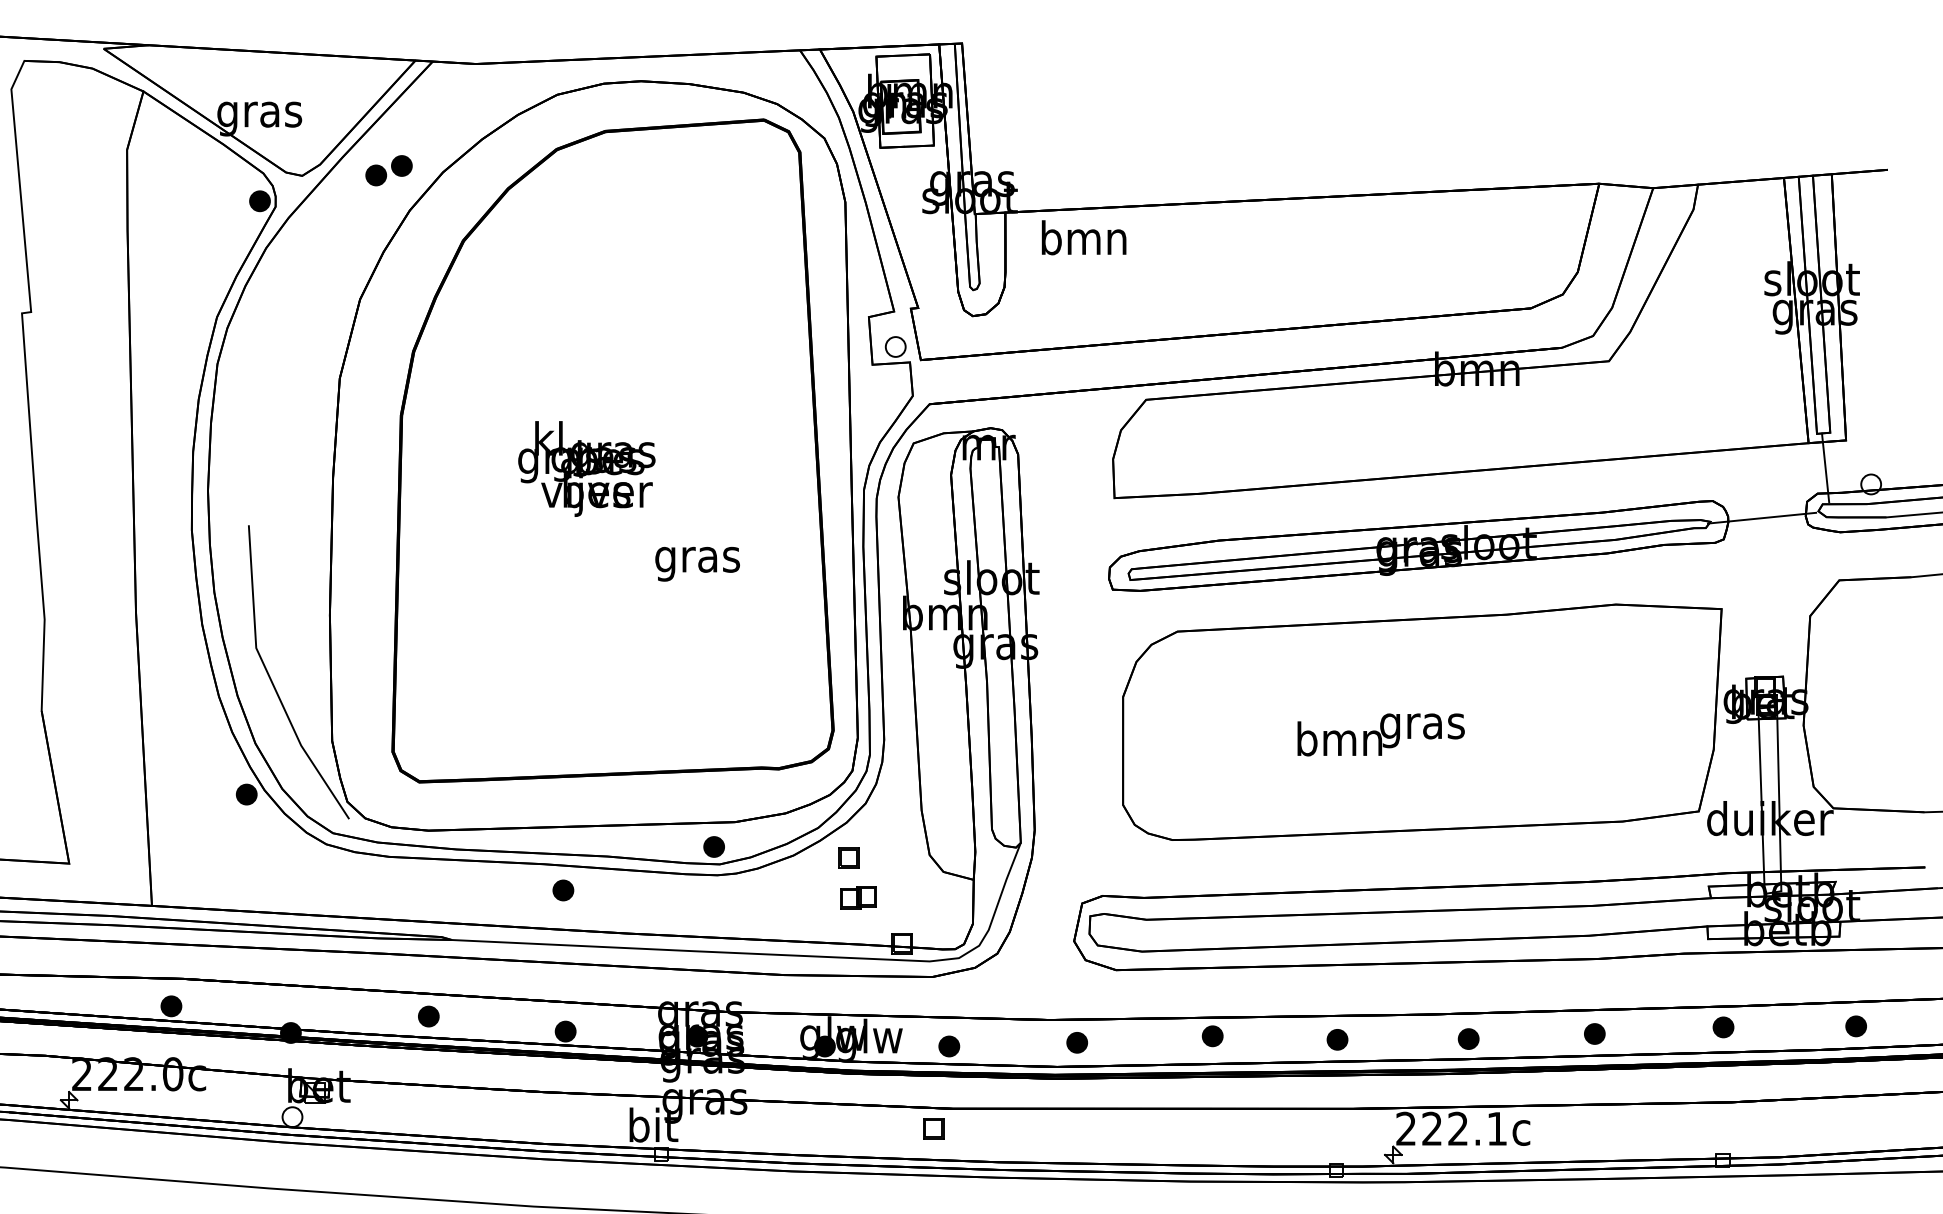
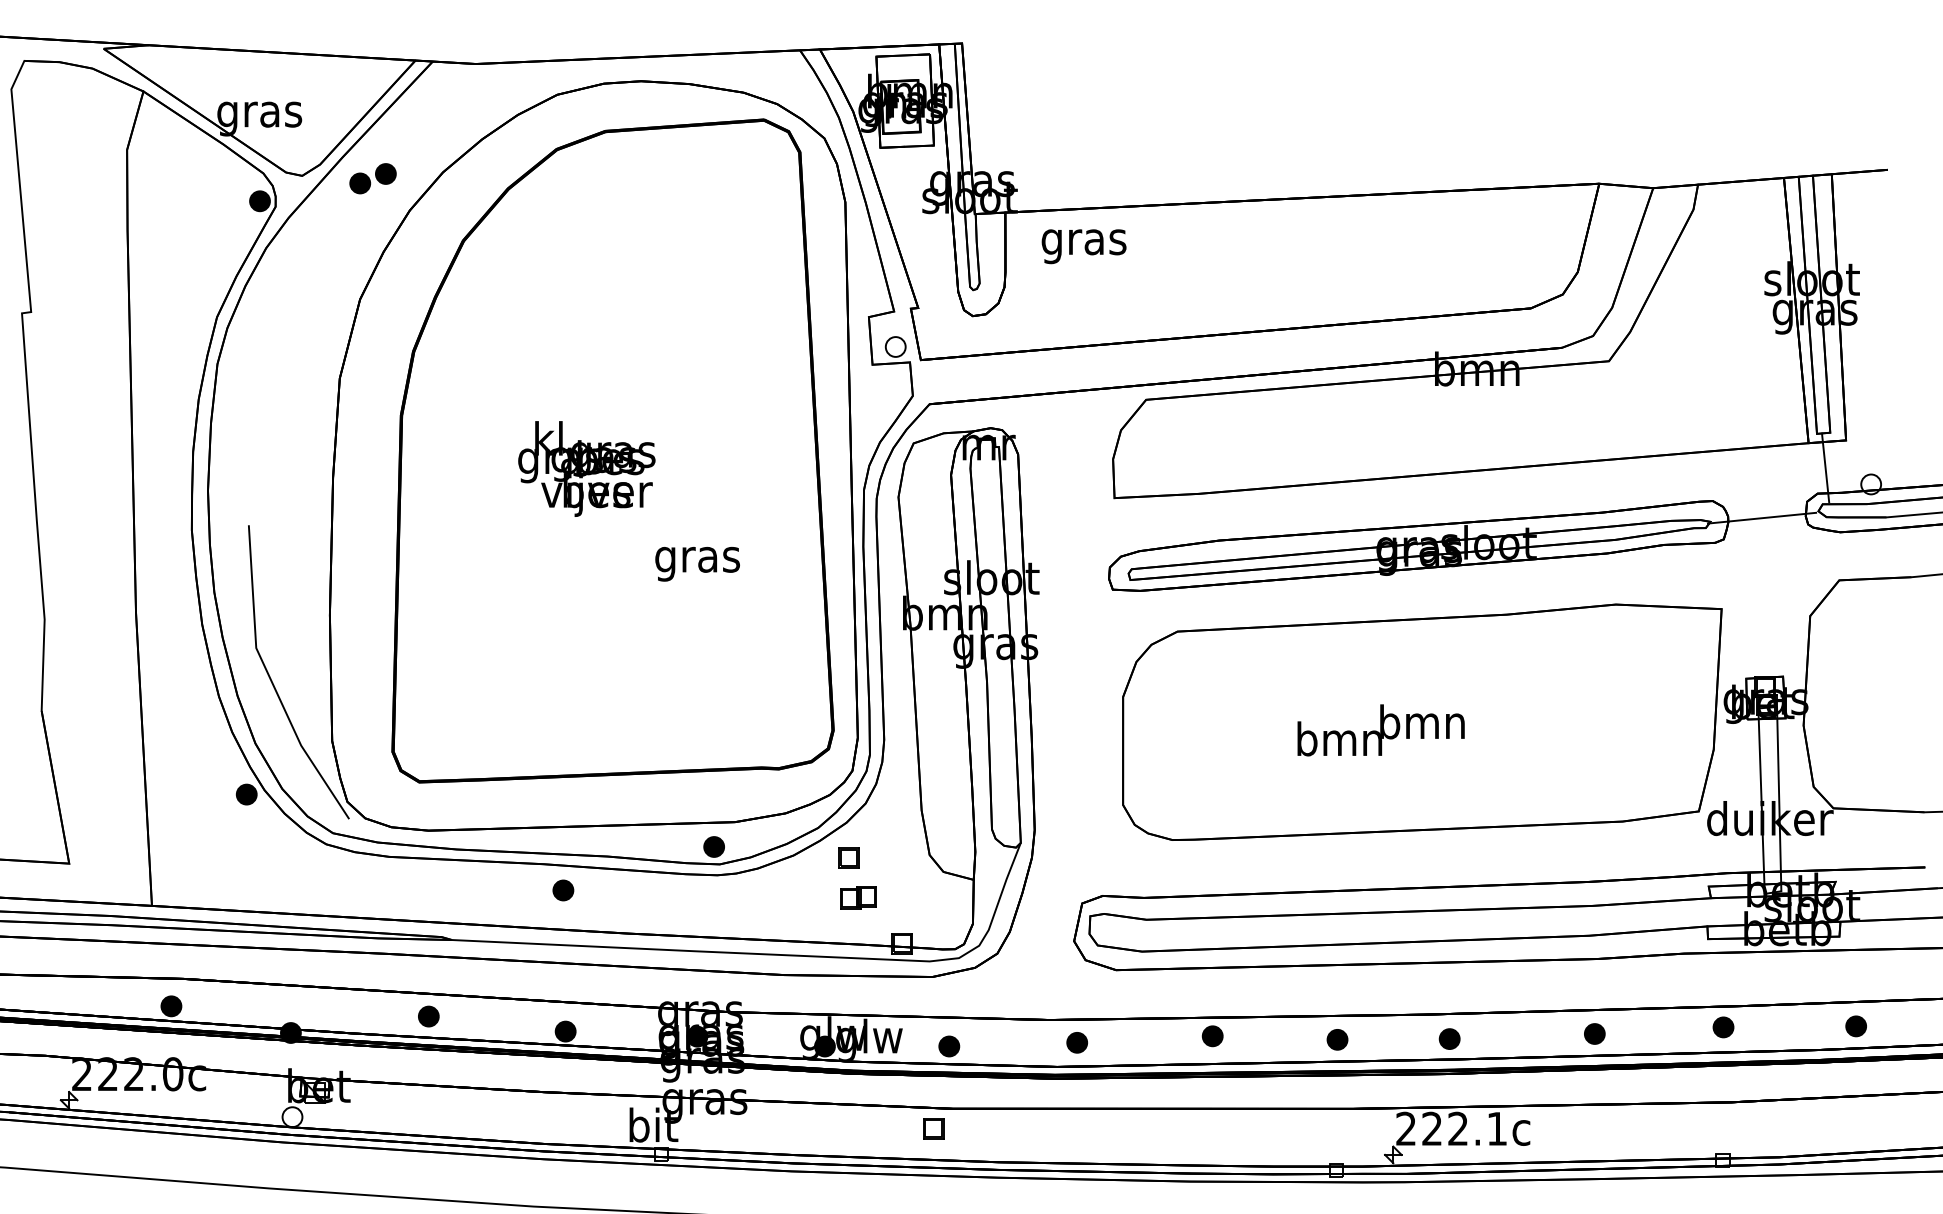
part at (388, 170) position: (388, 170) -> (372, 178)
text at (1083, 242): bmn -> gras
text at (1422, 726): gras -> bmn
part at (1468, 1038) position: (1468, 1038) -> (1449, 1038)
